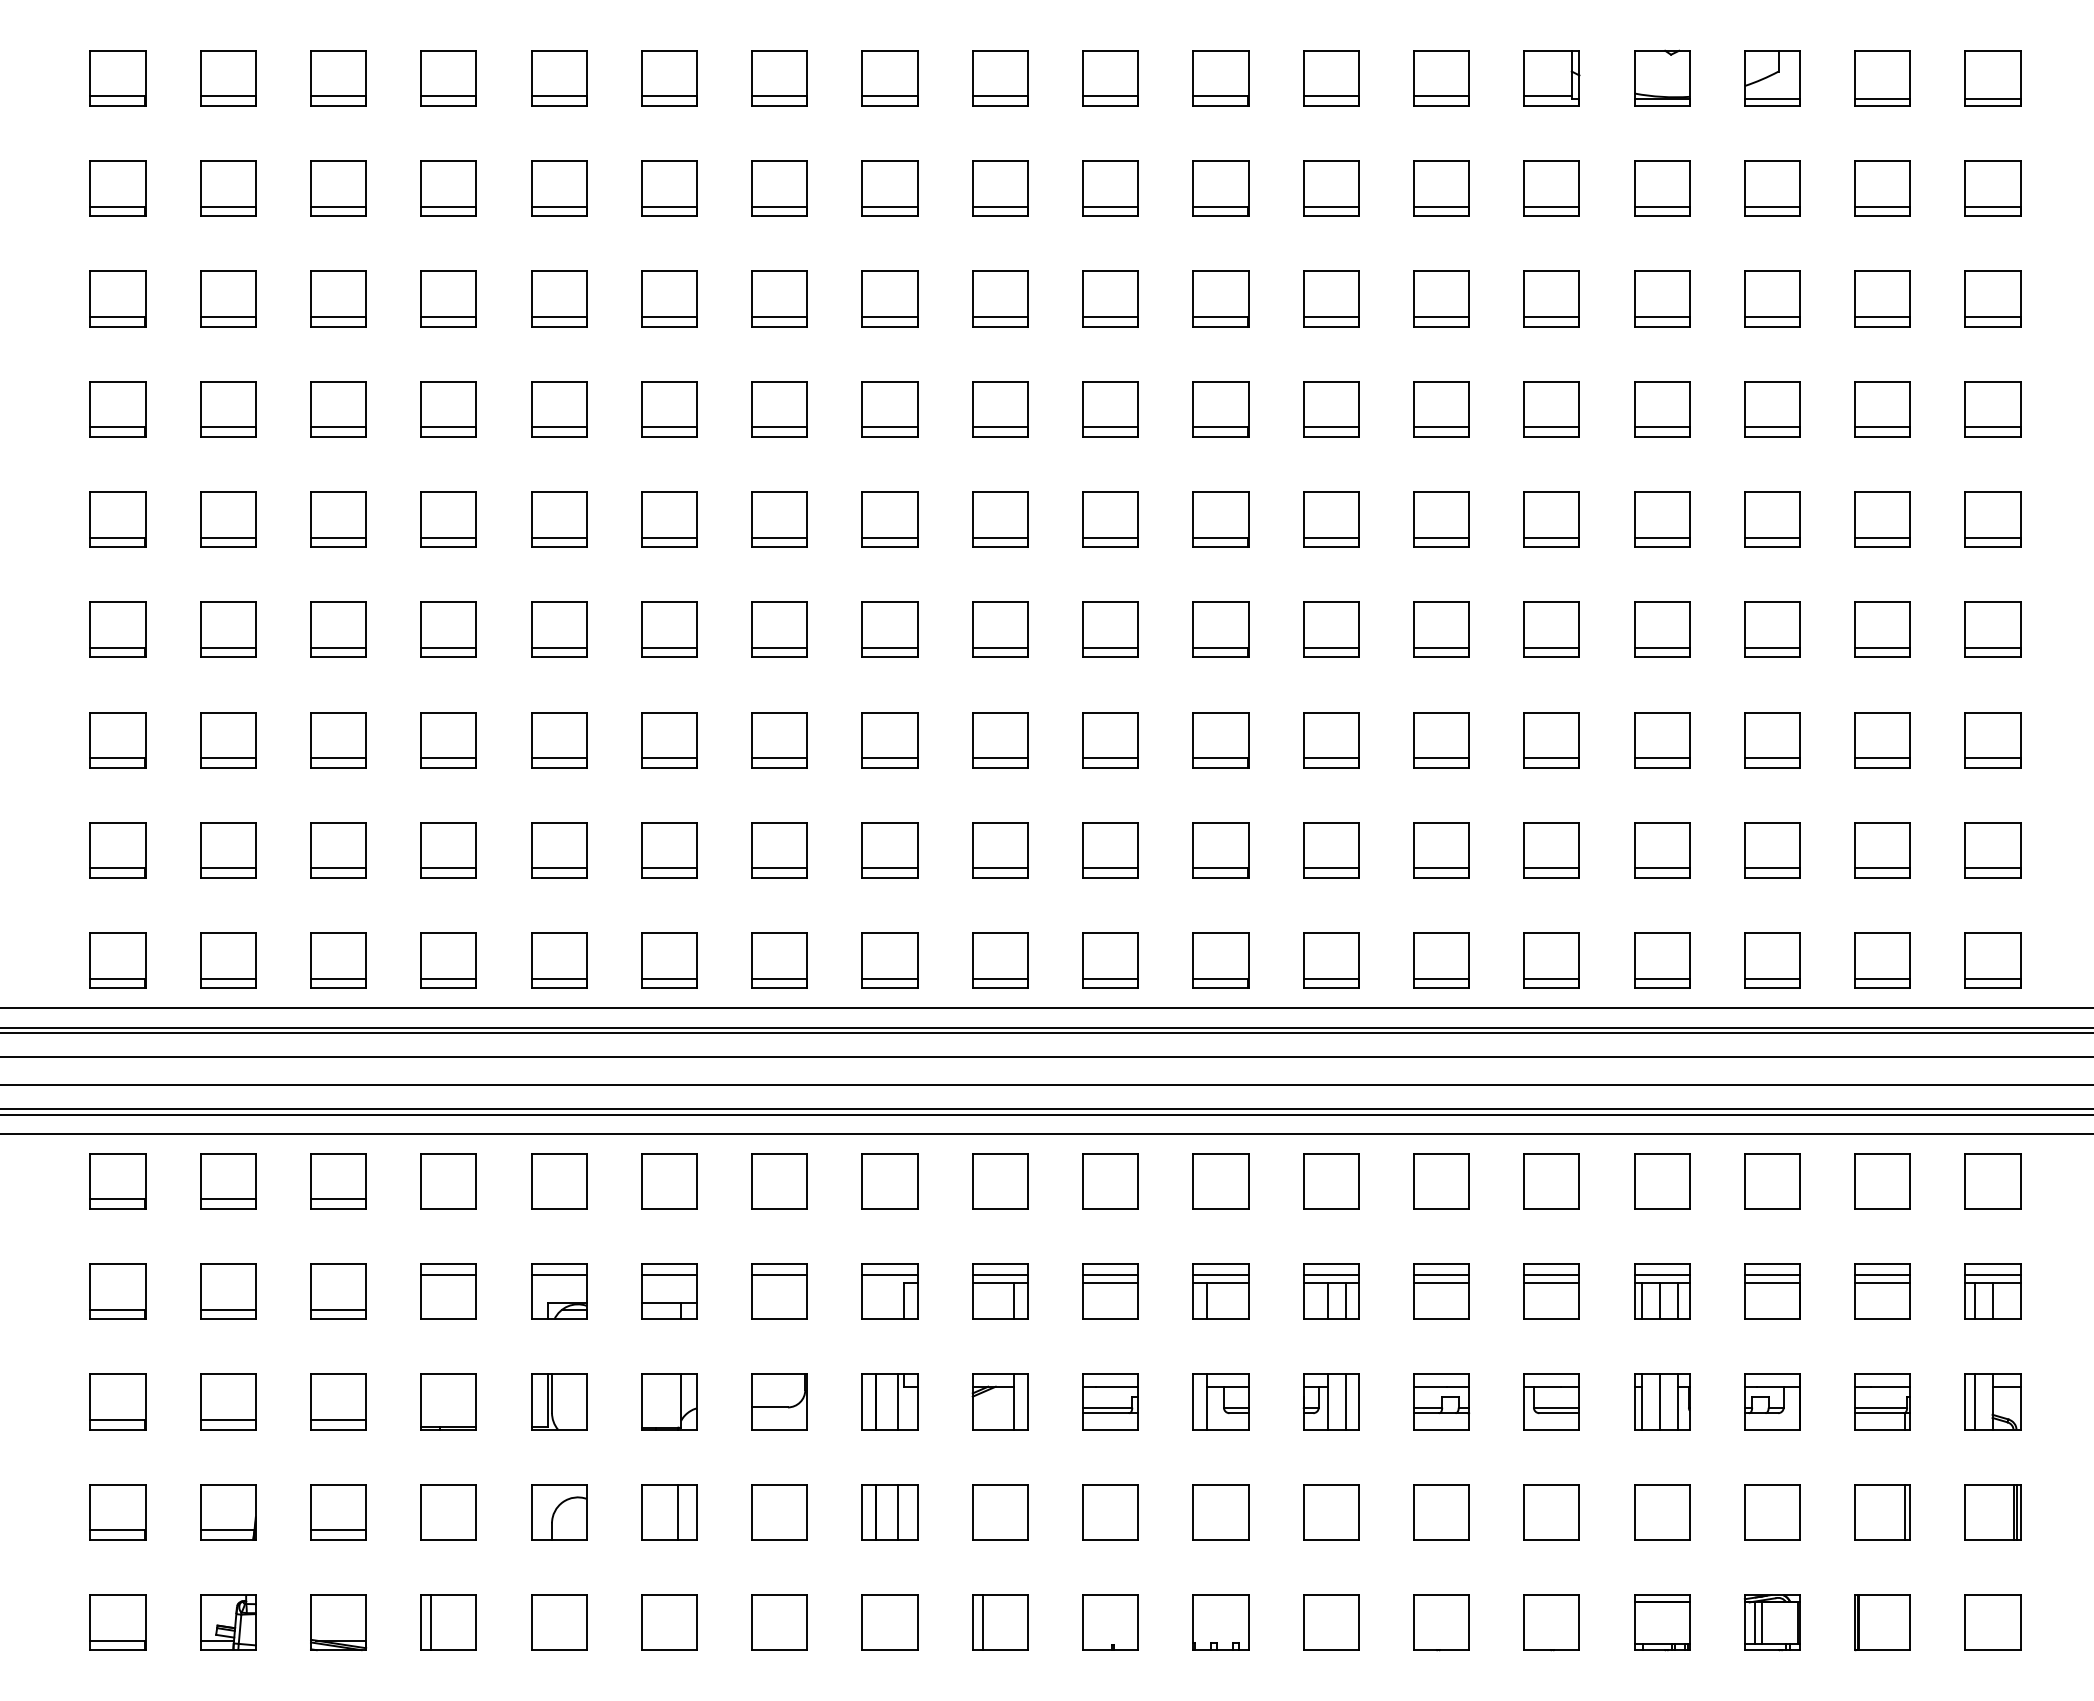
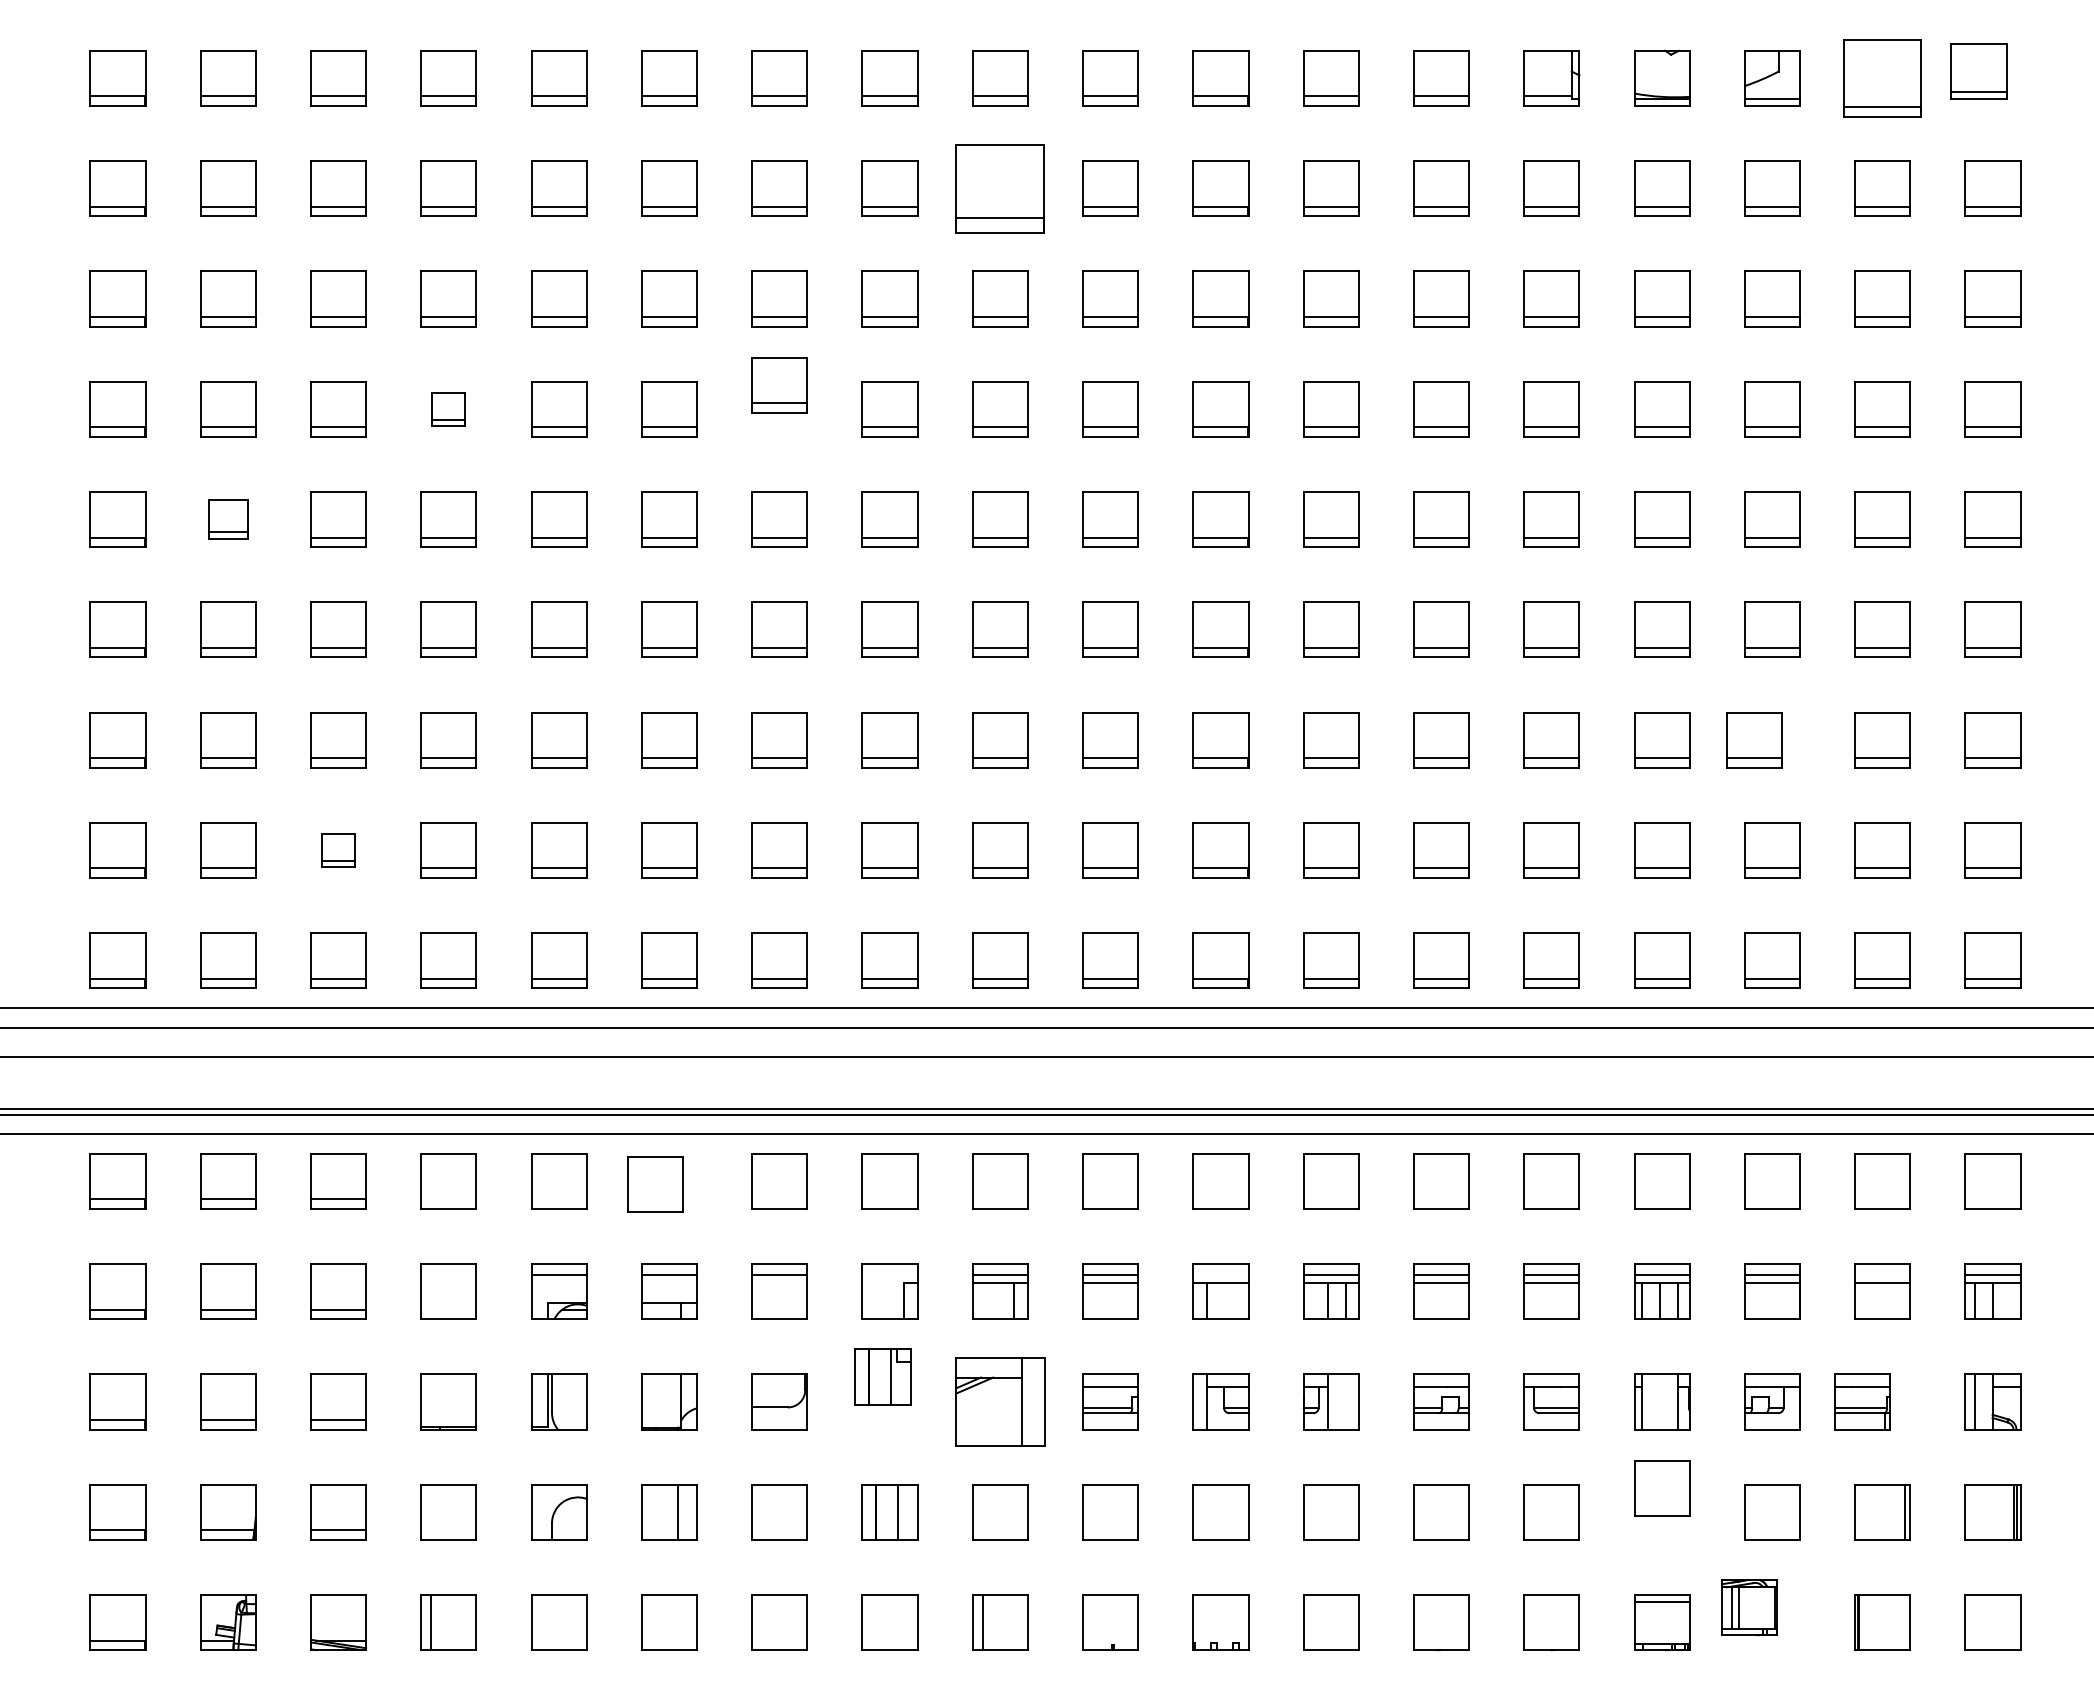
part at (1882, 78) size: 57x57 px -> 79x79 px
part at (1992, 78) position: (1992, 78) -> (1978, 71)
part at (1000, 188) size: 57x57 px -> 90x90 px
part at (448, 409) size: 57x57 px -> 35x35 px
part at (779, 409) position: (779, 409) -> (779, 385)
part at (228, 519) size: 57x57 px -> 41x41 px
part at (1772, 740) position: (1772, 740) -> (1754, 740)
part at (338, 850) size: 57x57 px -> 35x35 px
line at (1046, 1032): present -> none
line at (1046, 1085): present -> none
part at (669, 1181) position: (669, 1181) -> (655, 1184)
line at (448, 1275): present -> none
line at (889, 1275): present -> none
line at (1220, 1275): present -> none
line at (1882, 1275): present -> none
part at (889, 1401) position: (889, 1401) -> (882, 1376)
part at (999, 1401) size: 58x58 px -> 91x90 px
line at (1345, 1401): present -> none
line at (1660, 1401): present -> none
part at (1882, 1401) position: (1882, 1401) -> (1862, 1401)
part at (1662, 1512) position: (1662, 1512) -> (1662, 1488)
part at (1772, 1622) position: (1772, 1622) -> (1749, 1607)
